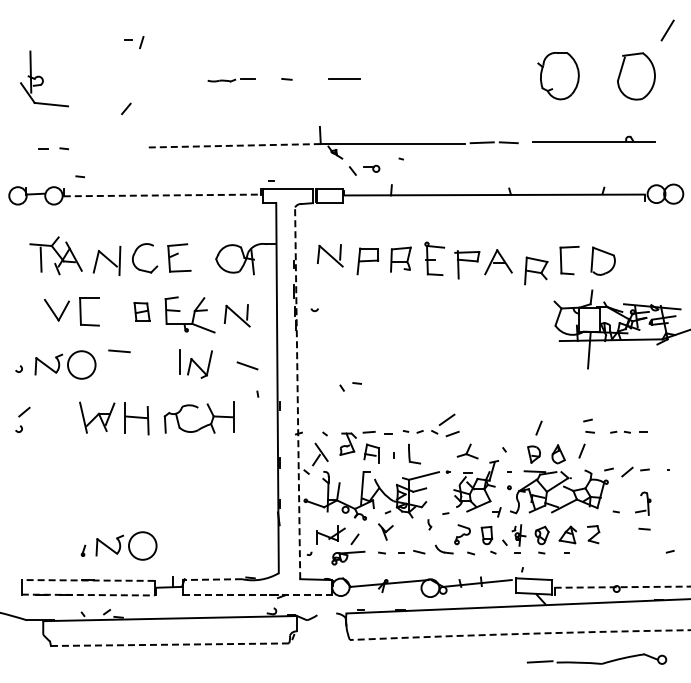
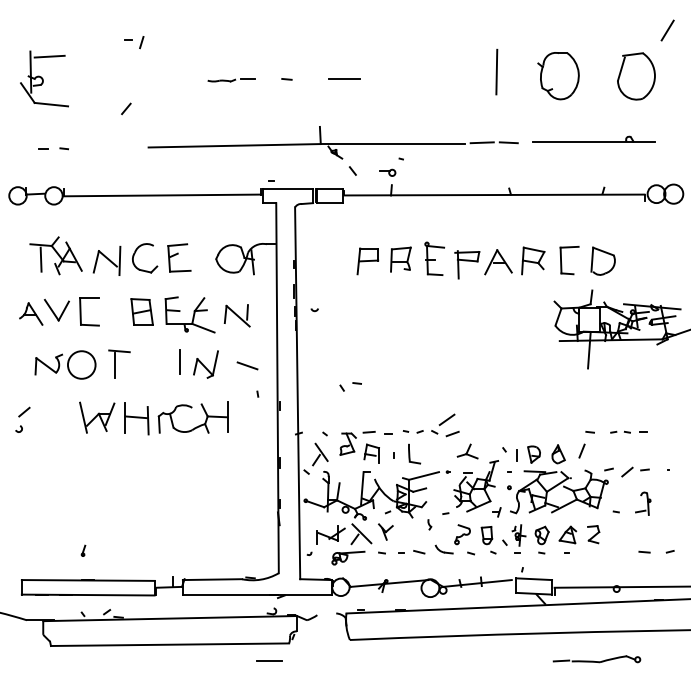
line at (49, 56): none -> present
line at (496, 71): none -> present
line at (234, 145): dashed -> solid
part at (371, 168) position: (371, 168) -> (387, 172)
line at (79, 176): present -> none
line at (162, 195): dashed -> solid
part at (329, 255): present -> none
part at (536, 270) position: (536, 270) -> (533, 260)
part at (141, 311) size: 18x20 px -> 24x28 px
part at (31, 313): none -> present
part at (199, 364) position: (199, 364) -> (205, 364)
line at (115, 365): none -> present
arc at (19, 366): present -> none
line at (297, 393): dashed -> solid
part at (197, 408) position: (197, 408) -> (191, 408)
line at (587, 420): present -> none
line at (538, 427): present -> none
line at (516, 455): none -> present
line at (644, 528) position: (644, 528) -> (644, 551)
line at (361, 533): none -> present
part at (126, 545): present -> none
line at (212, 579): dashed -> solid
line at (87, 580): dashed -> solid
line at (622, 587): dashed -> solid
line at (257, 594): dashed -> solid
line at (88, 595): dashed -> solid
arc at (520, 634): dashed -> solid
line at (170, 644): dashed -> solid
part at (597, 658) size: 141x12 px -> 90x9 px
line at (269, 661): none -> present
